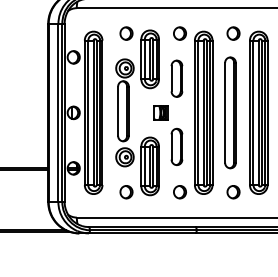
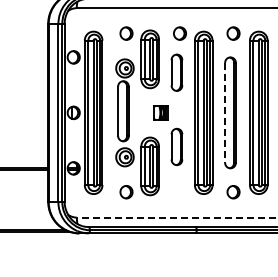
part at (176, 78) position: (176, 78) -> (176, 72)
line at (225, 112): solid -> dashed
part at (179, 192): present -> none
line at (176, 217): solid -> dashed
